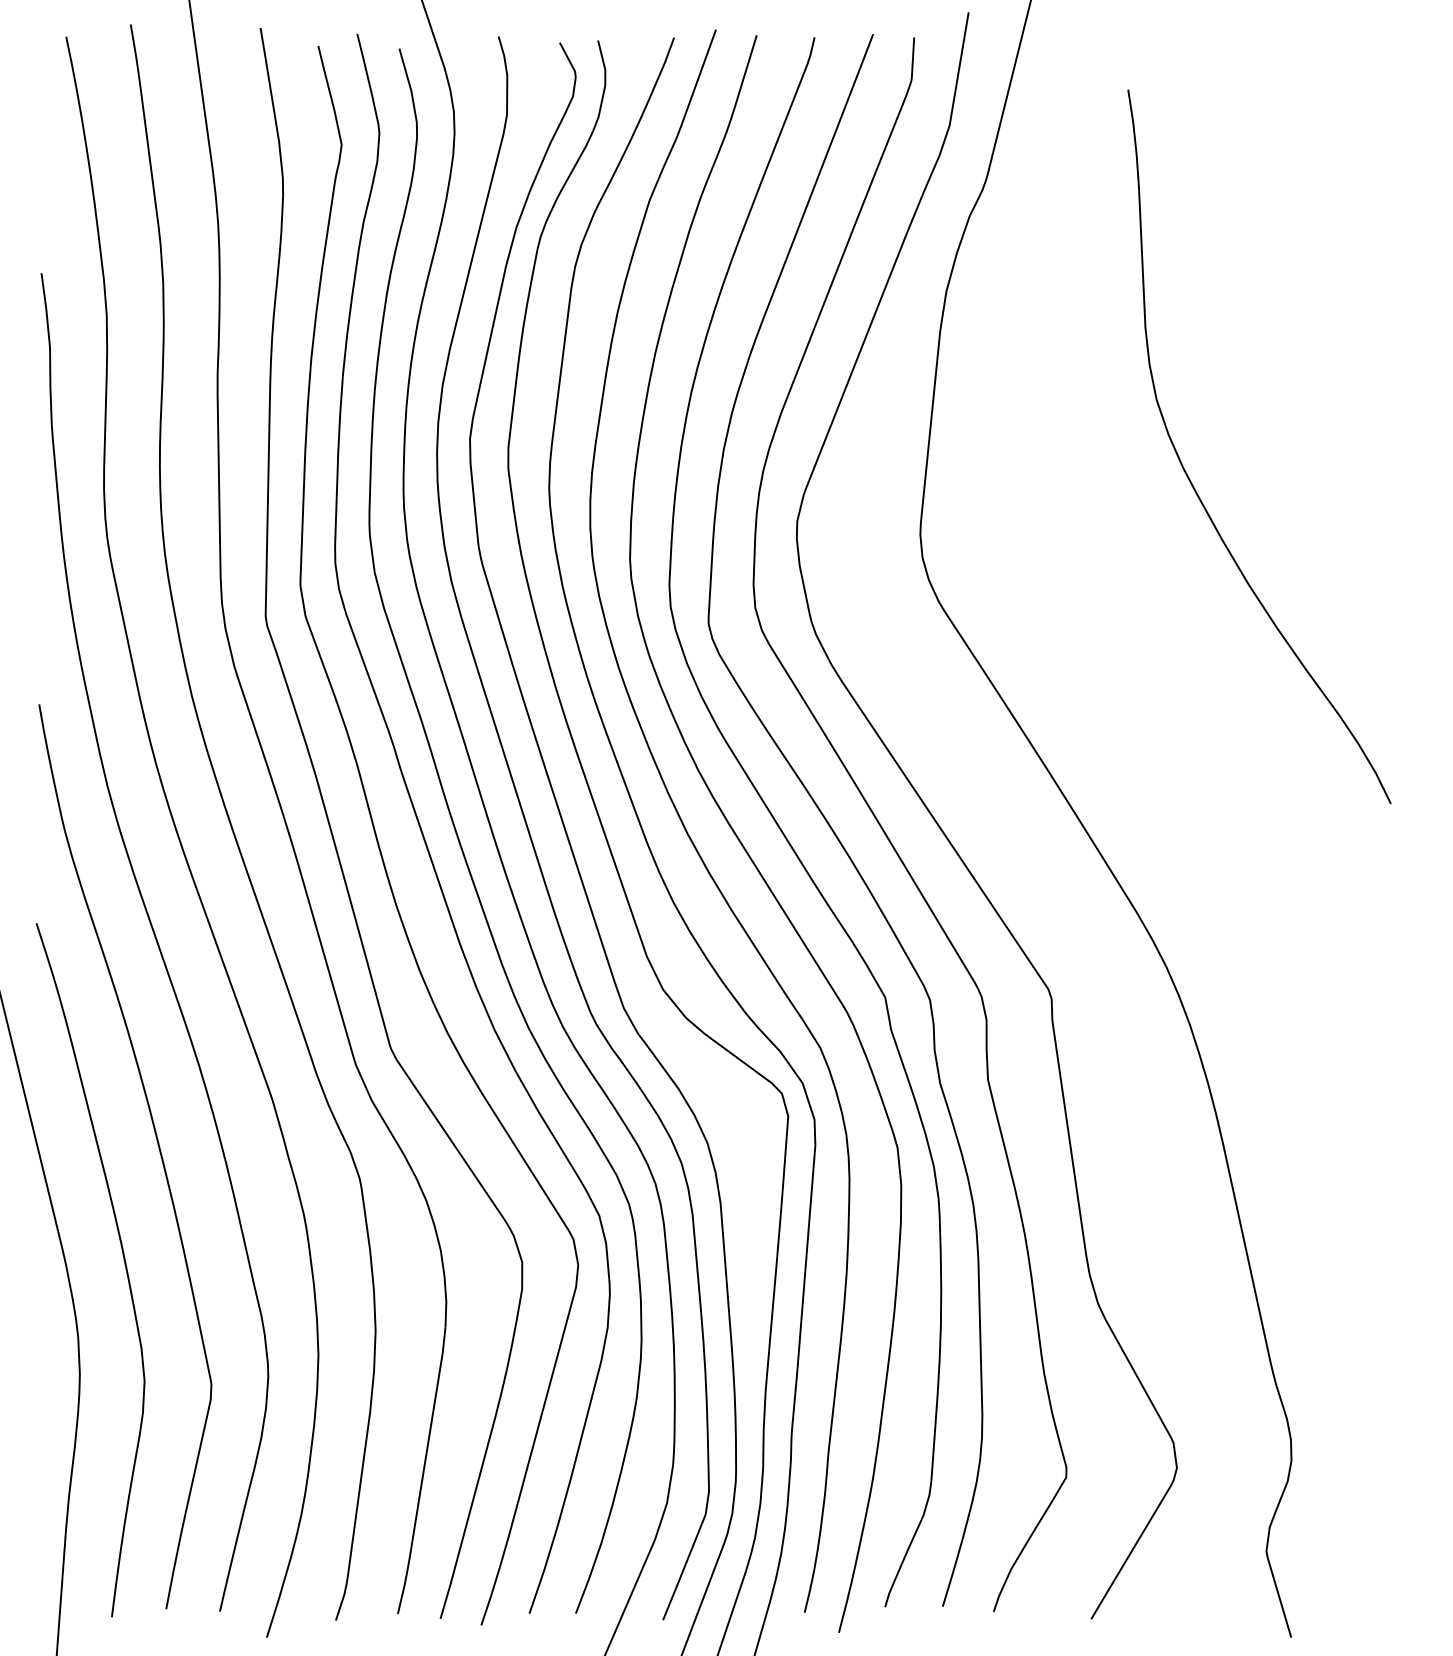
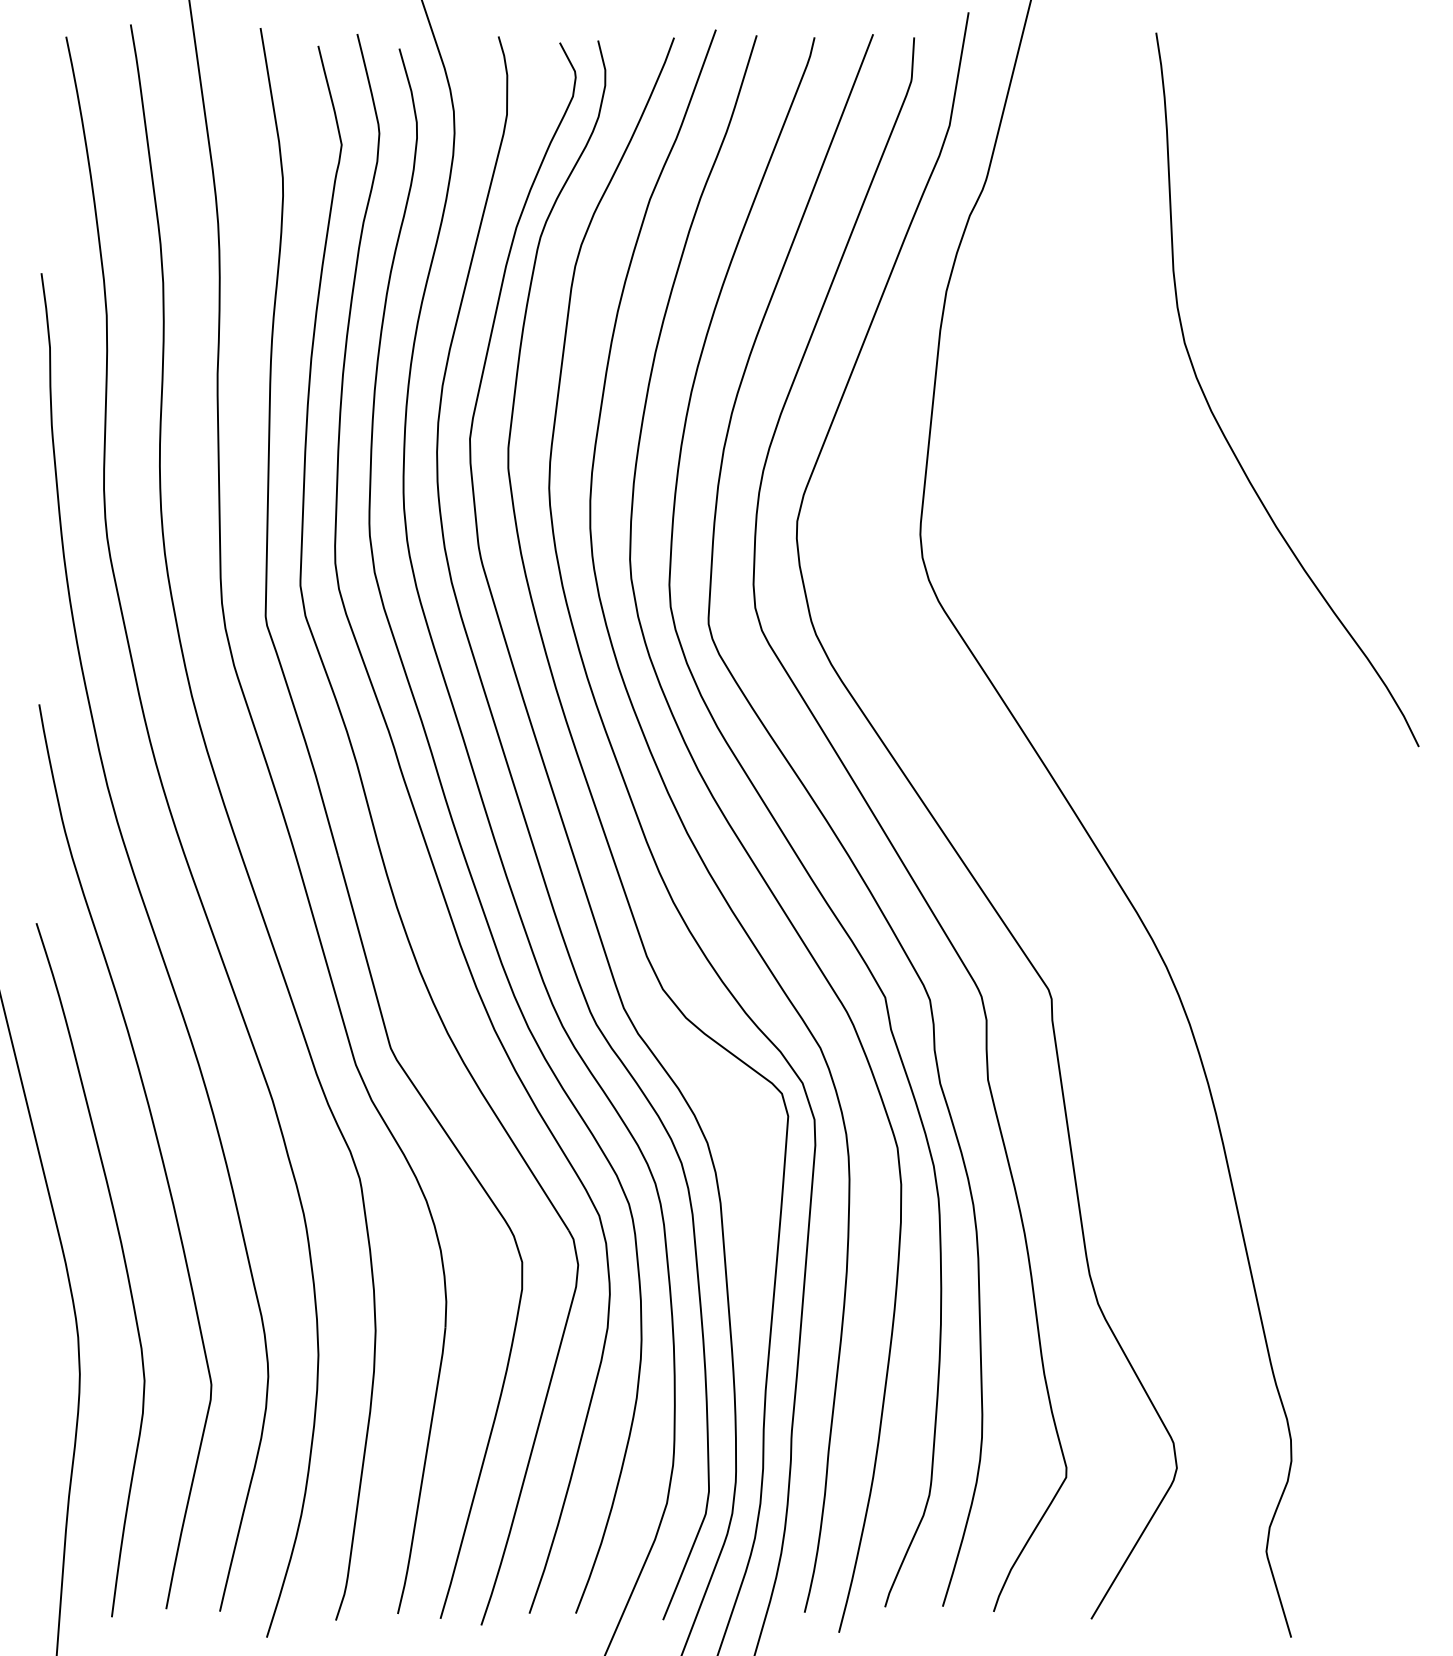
curve at (1191, 481) position: (1191, 481) -> (1219, 424)
